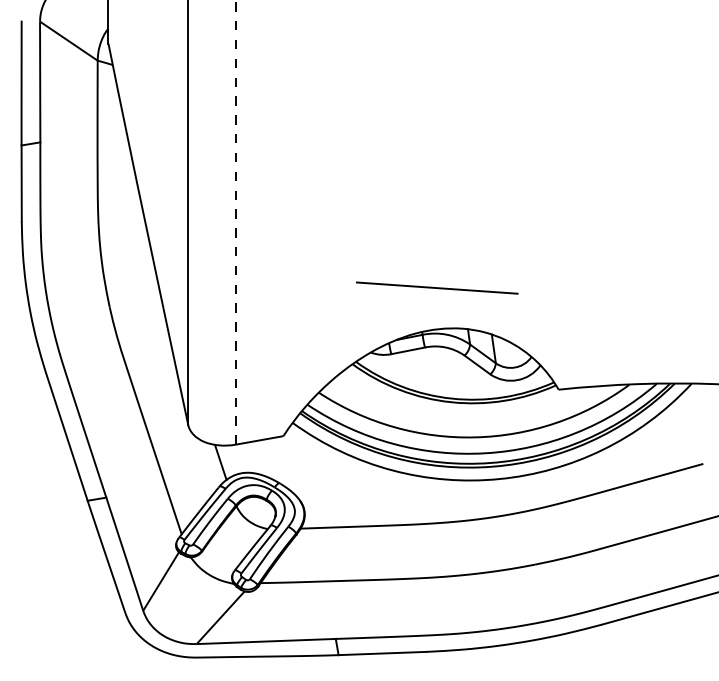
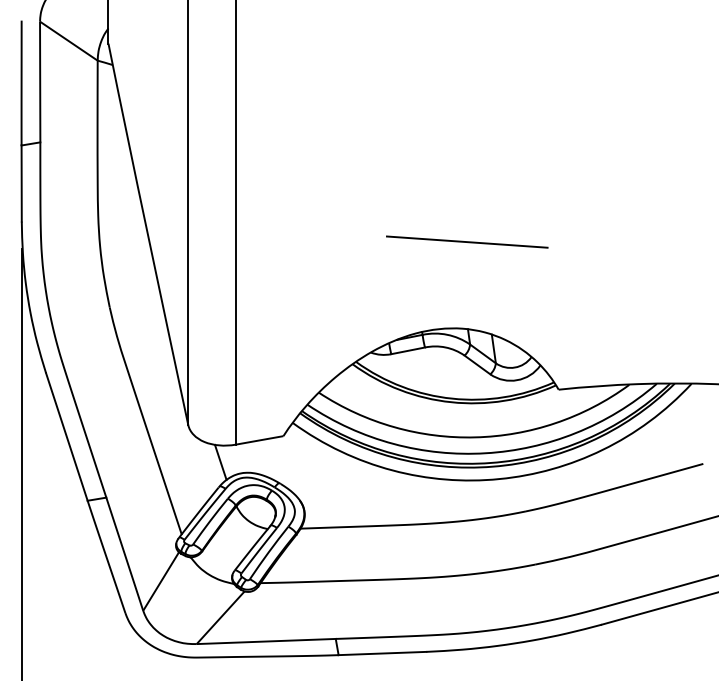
line at (235, 221): dashed -> solid
line at (437, 287) position: (437, 287) -> (467, 241)
line at (22, 462): none -> present
